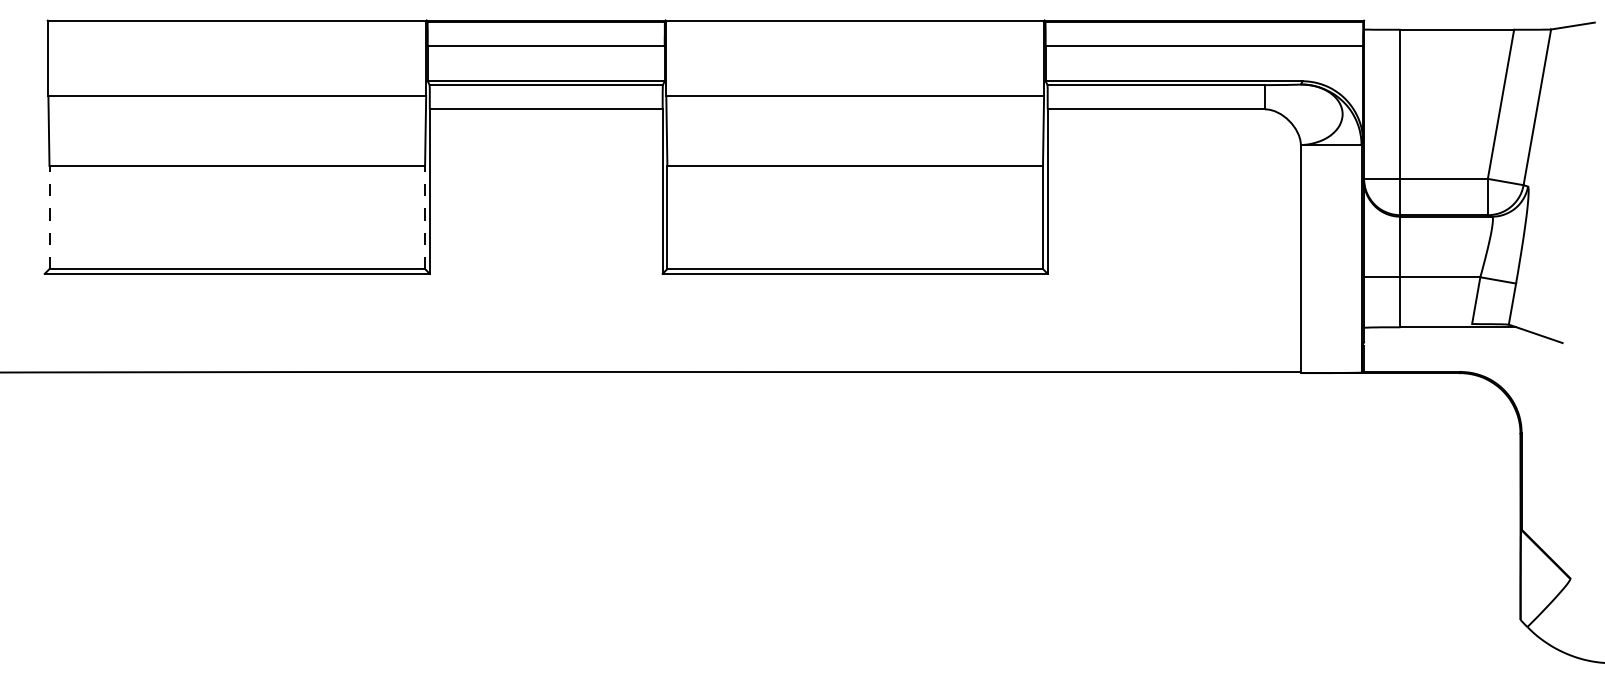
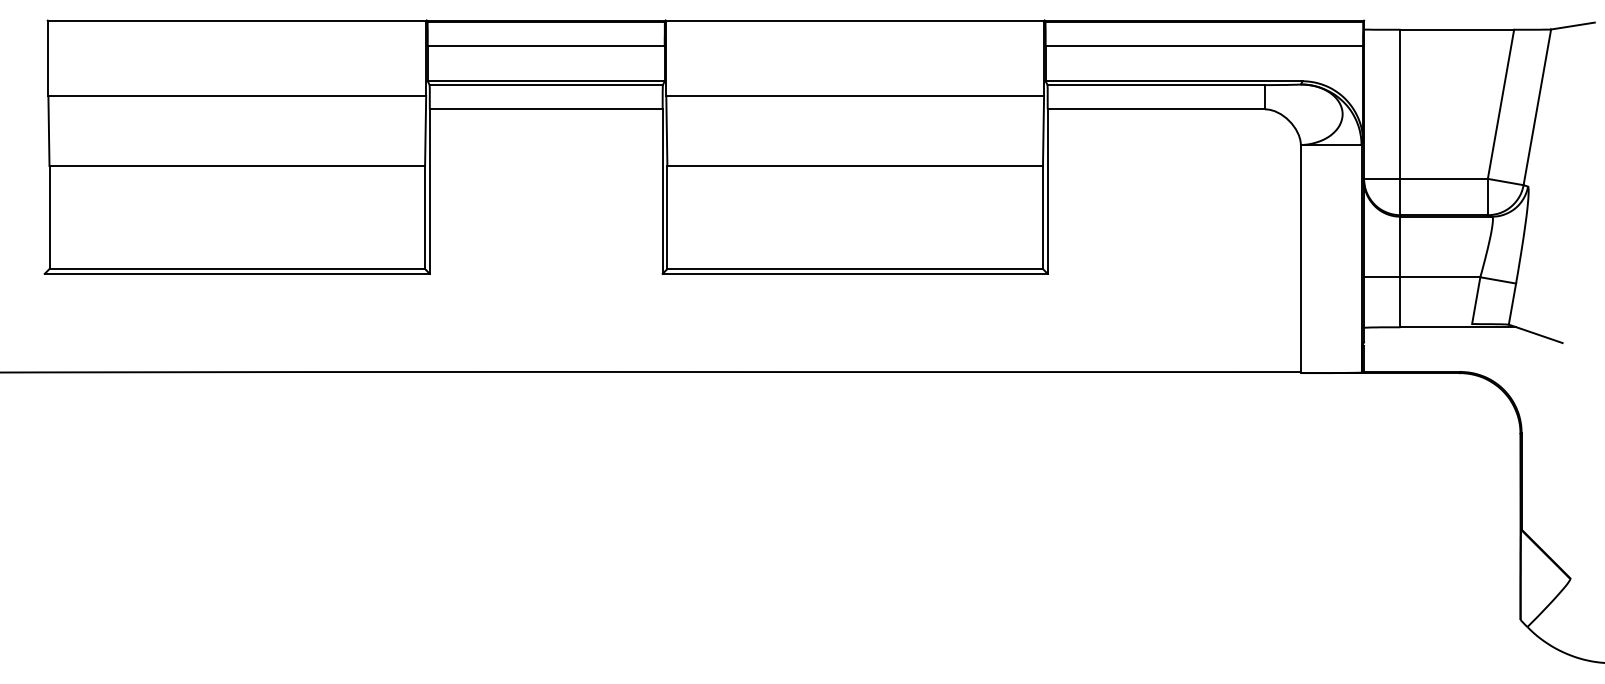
line at (49, 217): dashed -> solid
line at (425, 217): dashed -> solid
